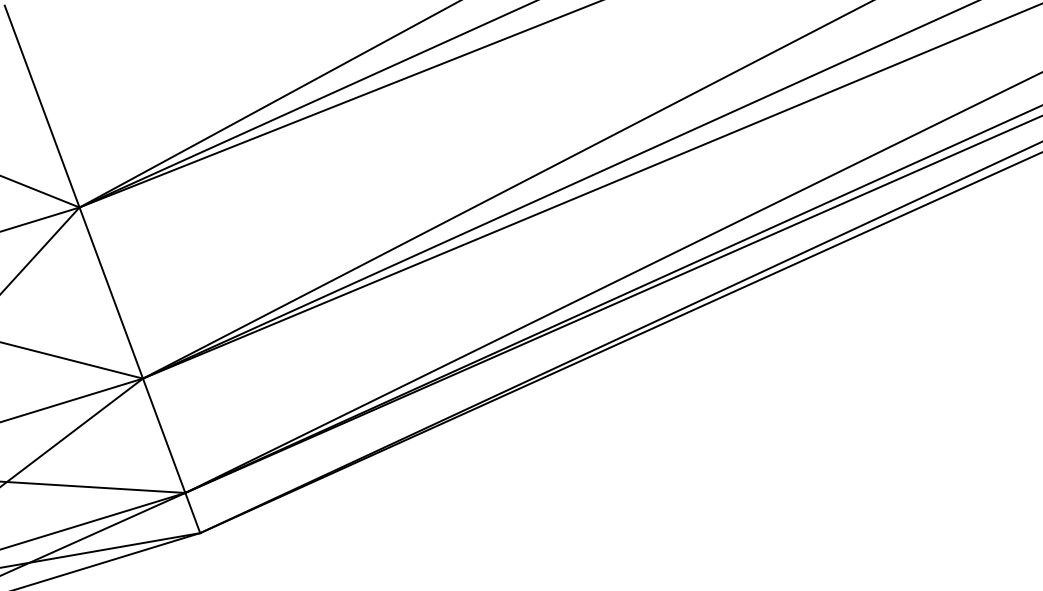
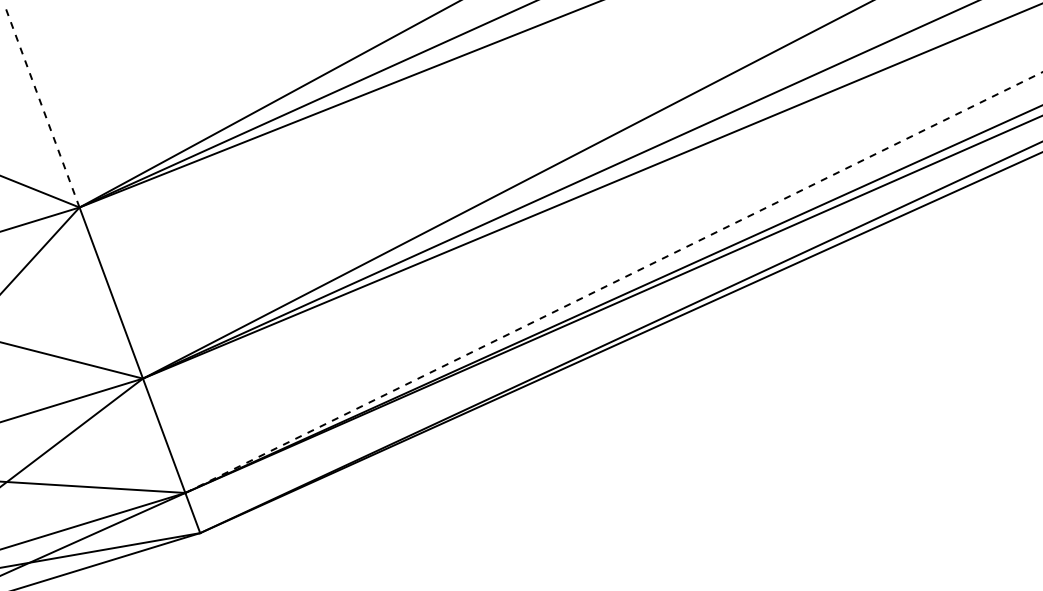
line at (42, 106): solid -> dashed
line at (614, 282): solid -> dashed
